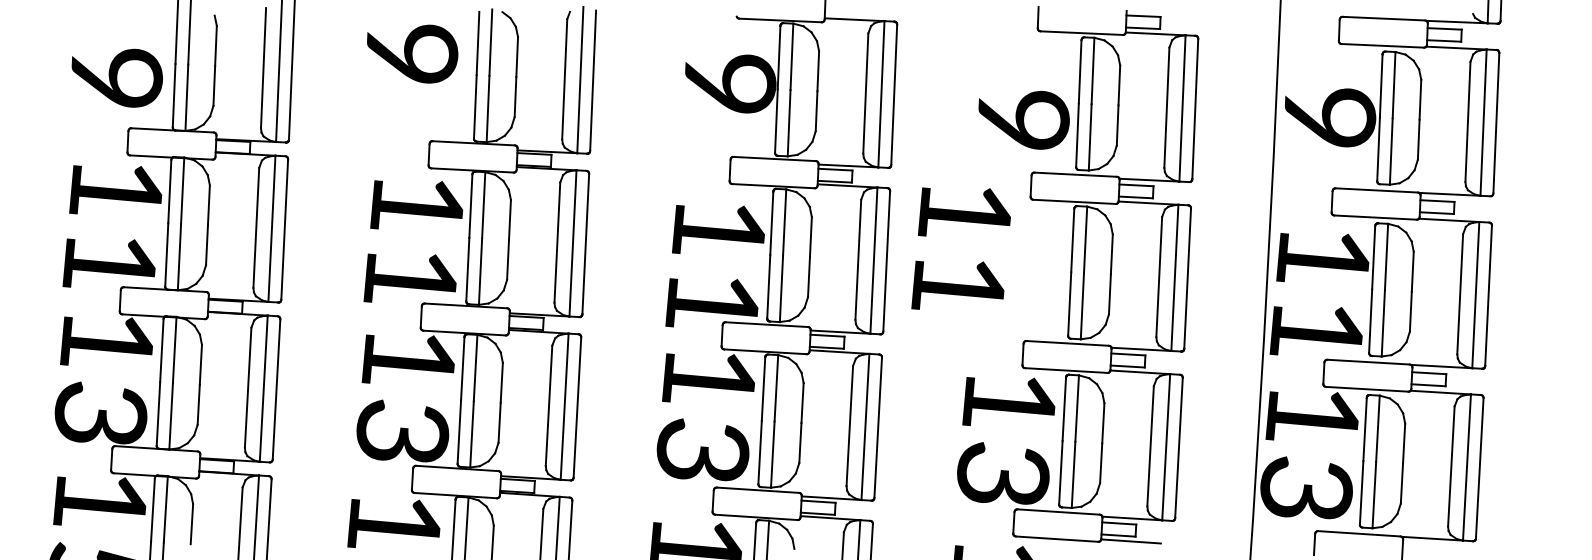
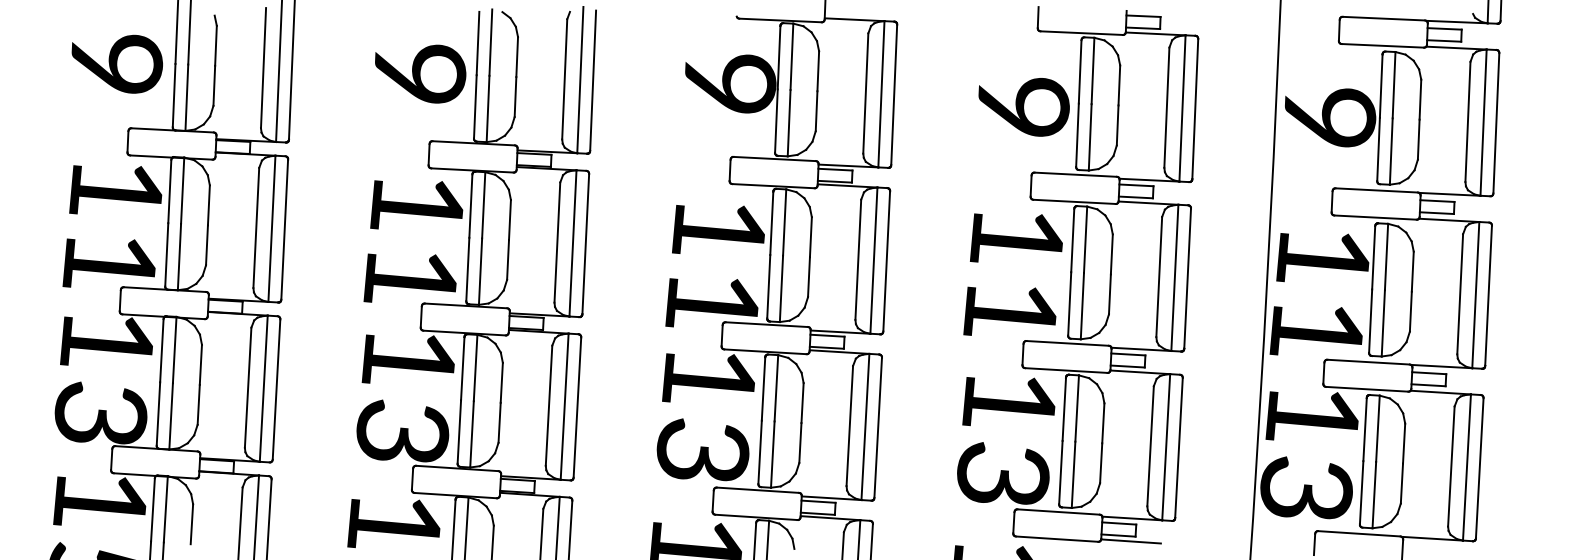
text at (412, 53) position: (412, 53) -> (420, 73)
text at (116, 77) position: (116, 77) -> (116, 63)
text at (1023, 120) position: (1023, 120) -> (1023, 107)
text at (960, 248) position: (960, 248) -> (1012, 274)
